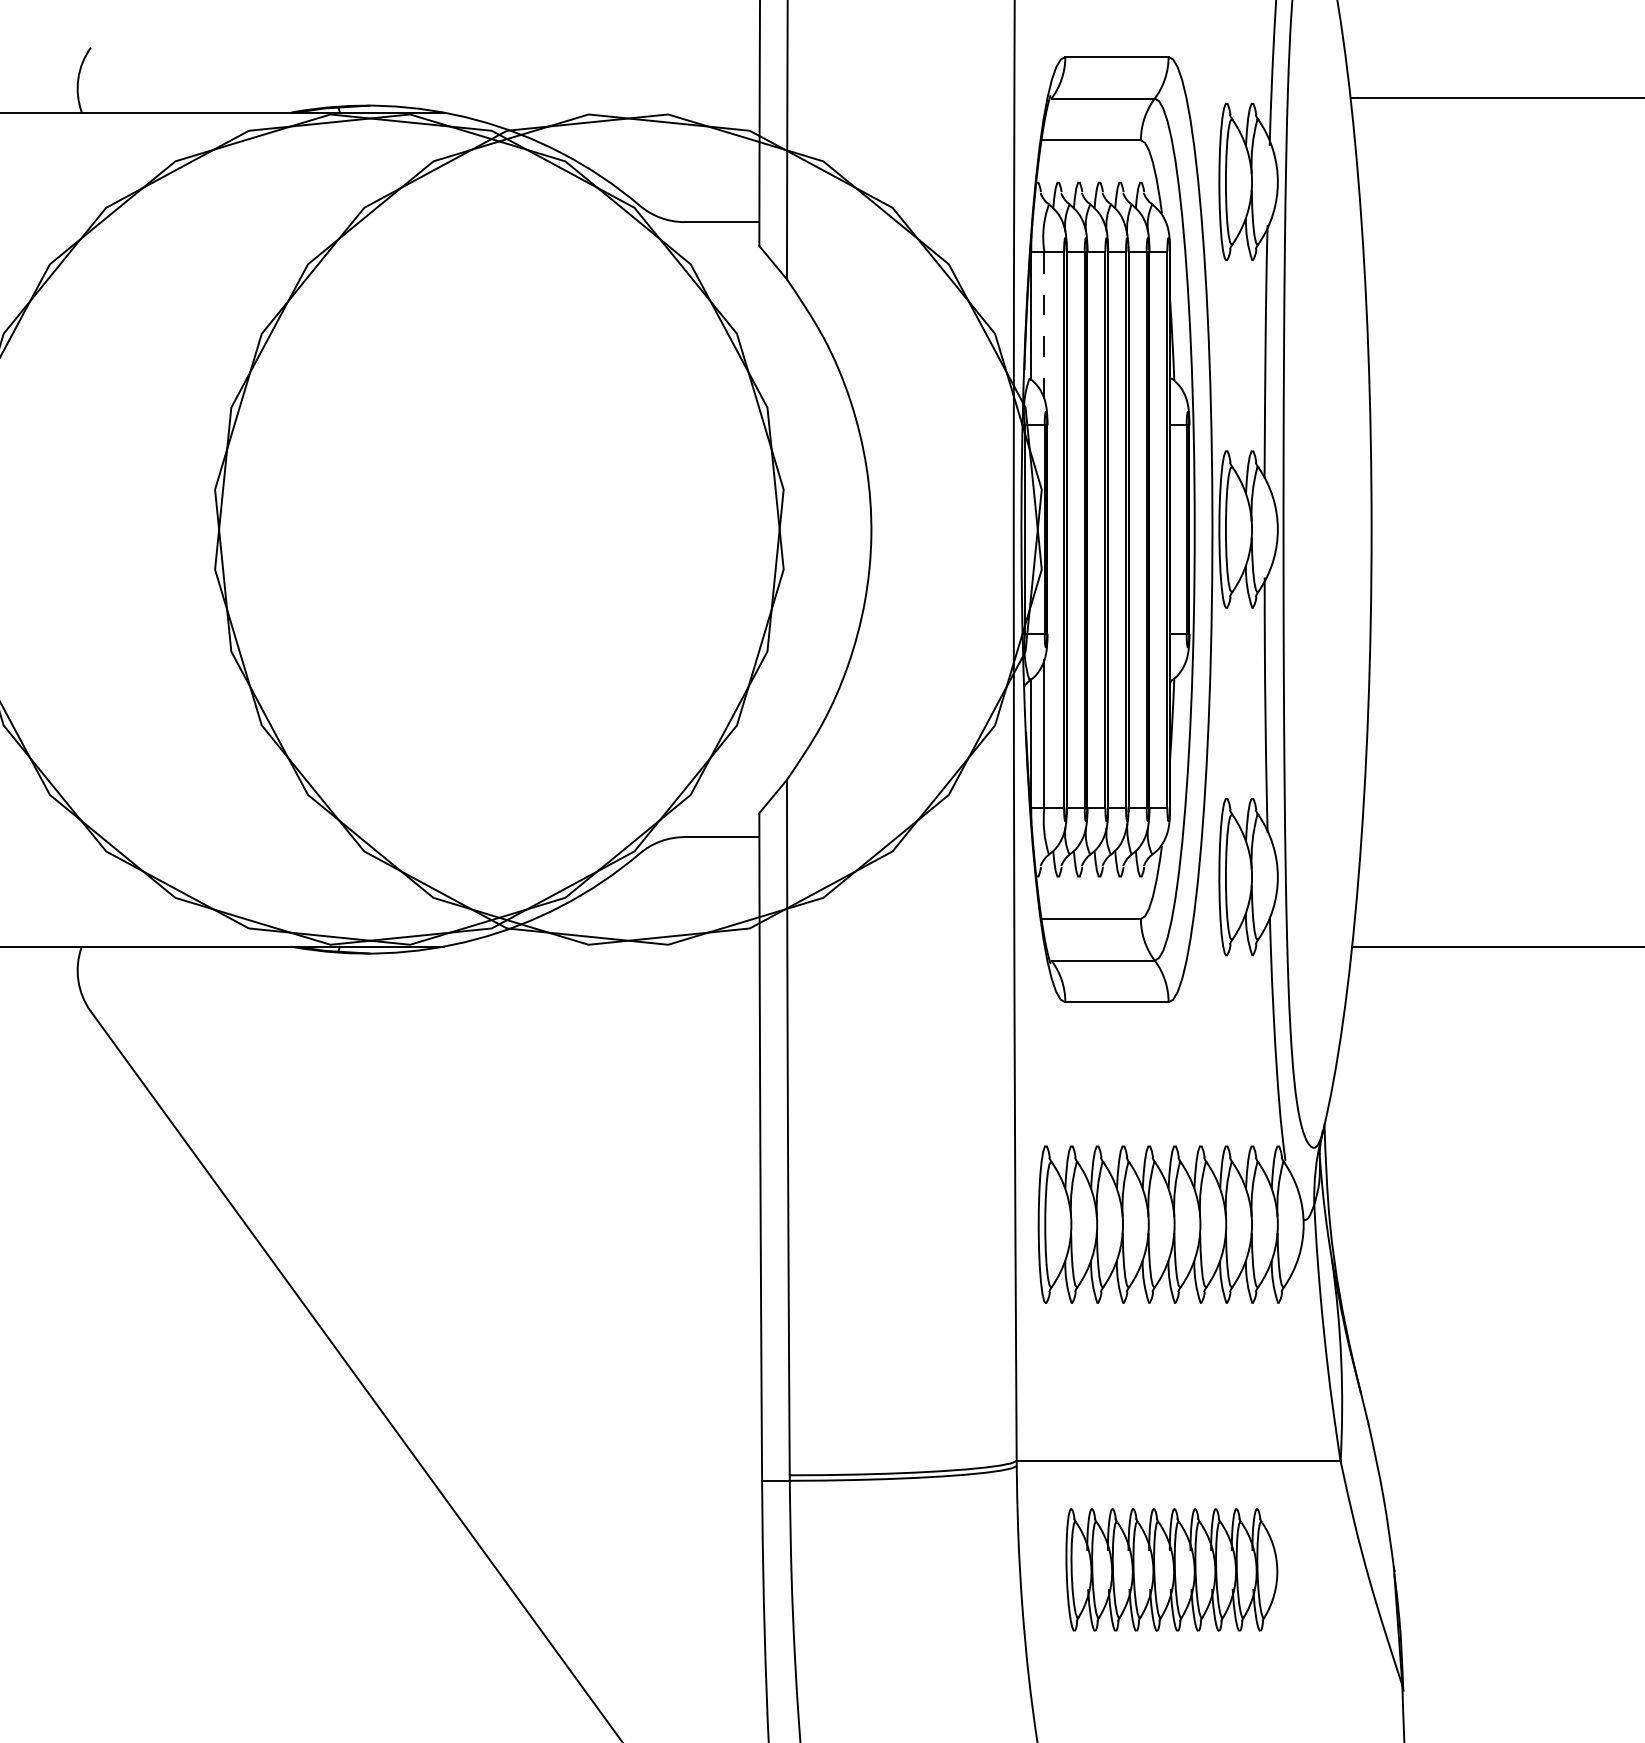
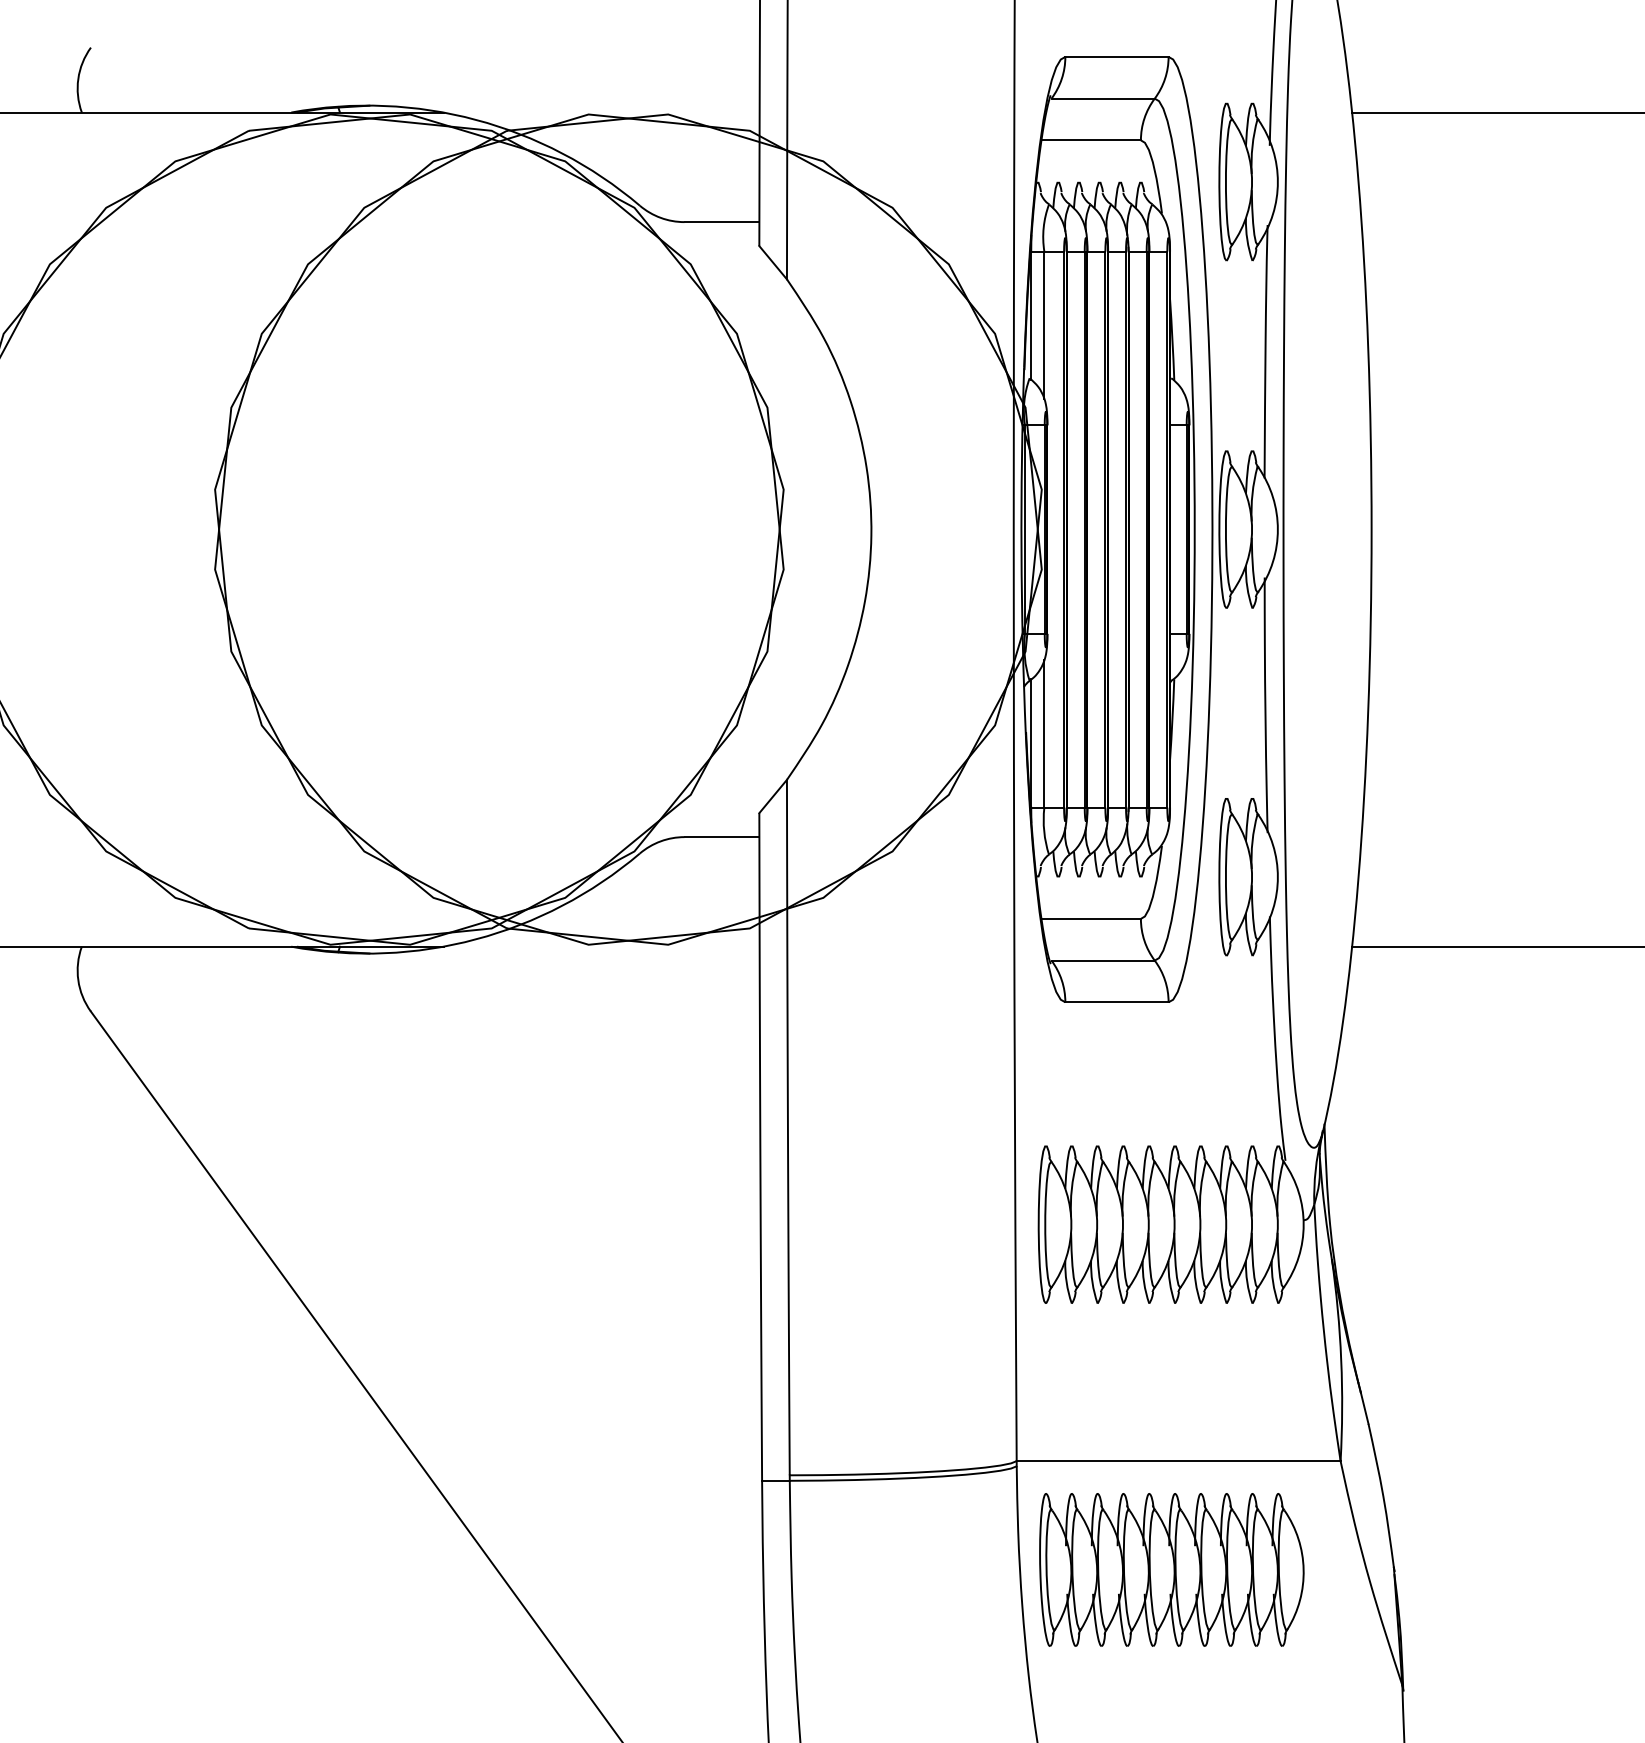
line at (1496, 97) position: (1496, 97) -> (1496, 112)
line at (1044, 325): dashed -> solid
part at (1171, 1569) size: 214x124 px -> 266x154 px
